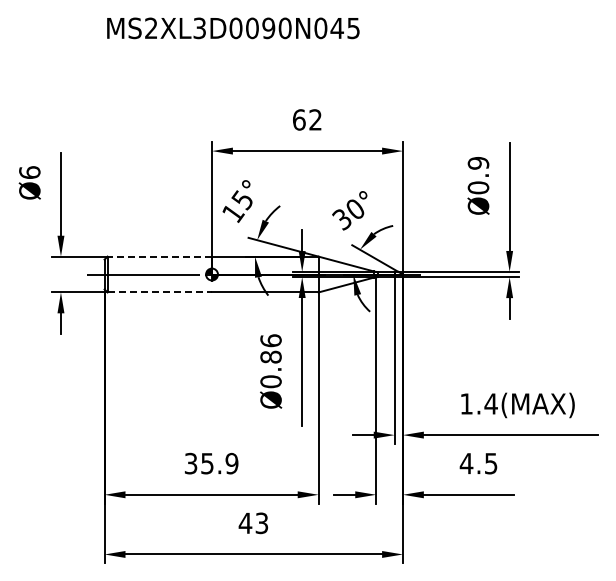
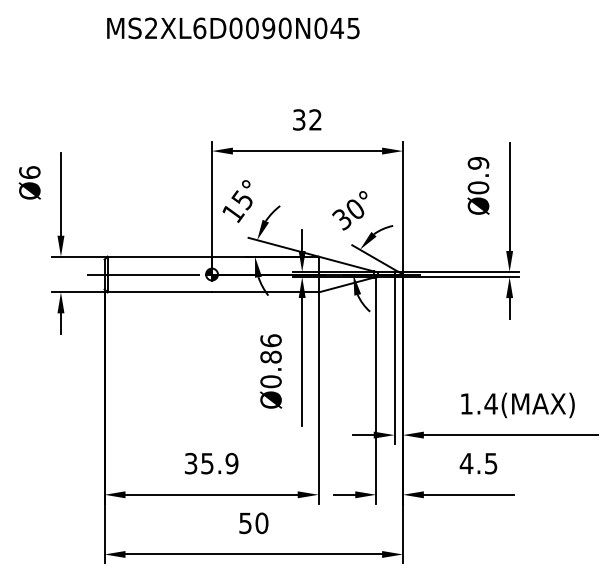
text at (199, 28): MS2XL3D0090N045 -> MS2XL6D0090N045
text at (299, 119): 62 -> 32
line at (159, 256): dashed -> solid
line at (160, 292): dashed -> solid
text at (253, 523): 43 -> 50
